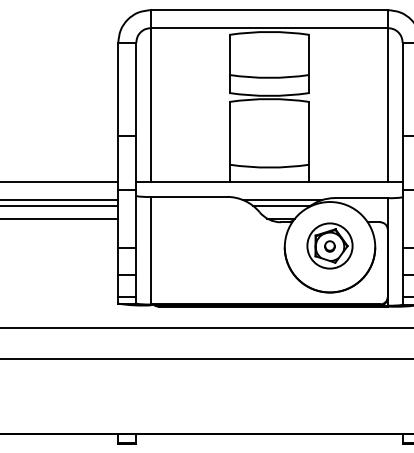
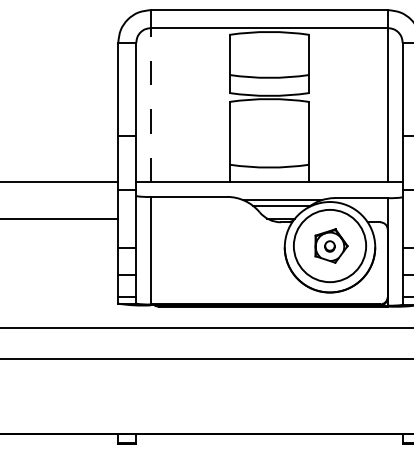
line at (150, 105): solid -> dashed
line at (60, 199): present -> none
line at (60, 206): present -> none
circle at (329, 245) diameter: 45 px -> 72 px
